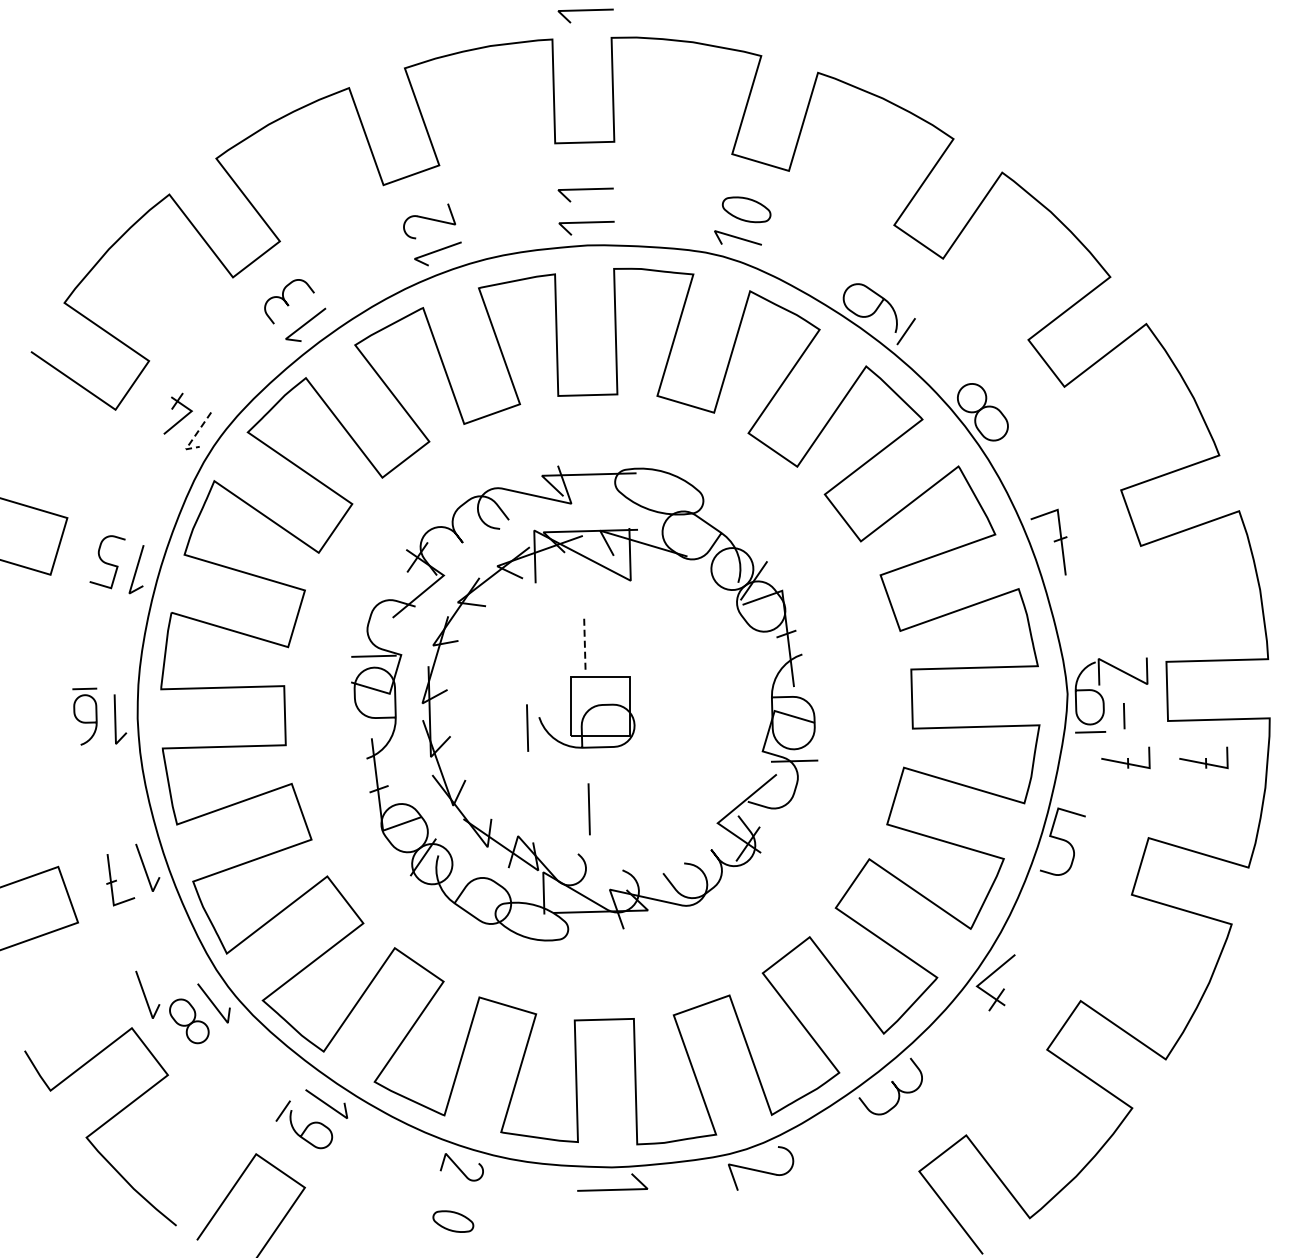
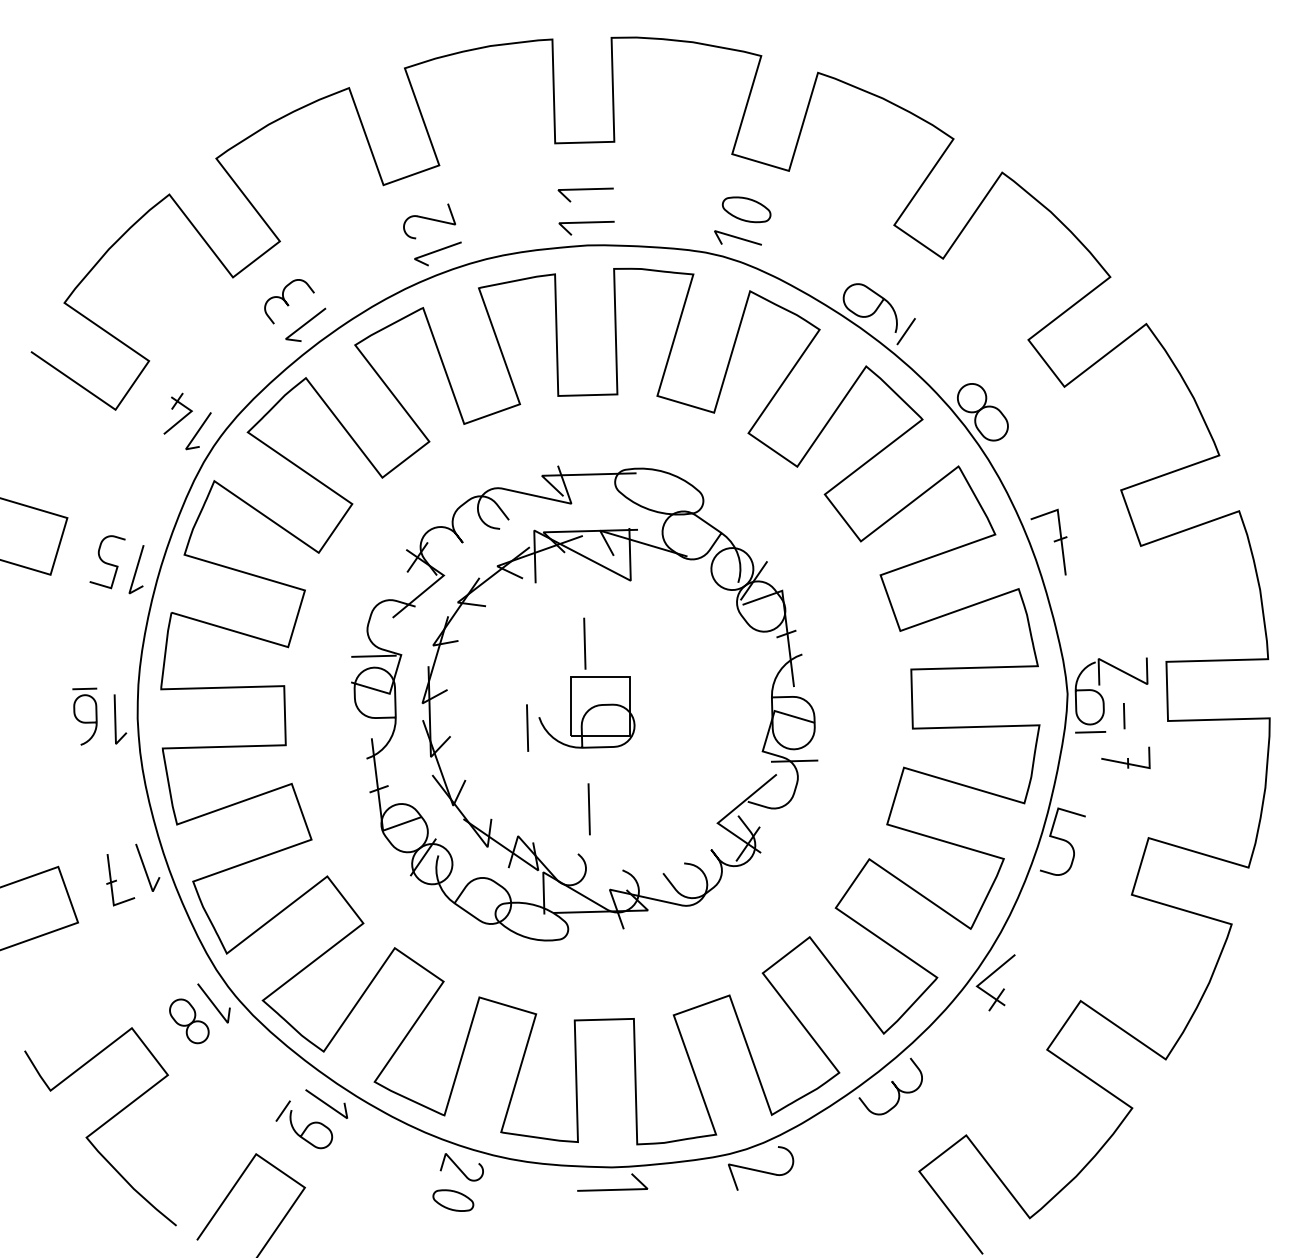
line at (585, 11): present -> none
line at (193, 437): dashed -> solid
line at (584, 643): dashed -> solid
part at (1203, 757): present -> none
line at (145, 994): present -> none
part at (453, 1221) position: (453, 1221) -> (453, 1200)
